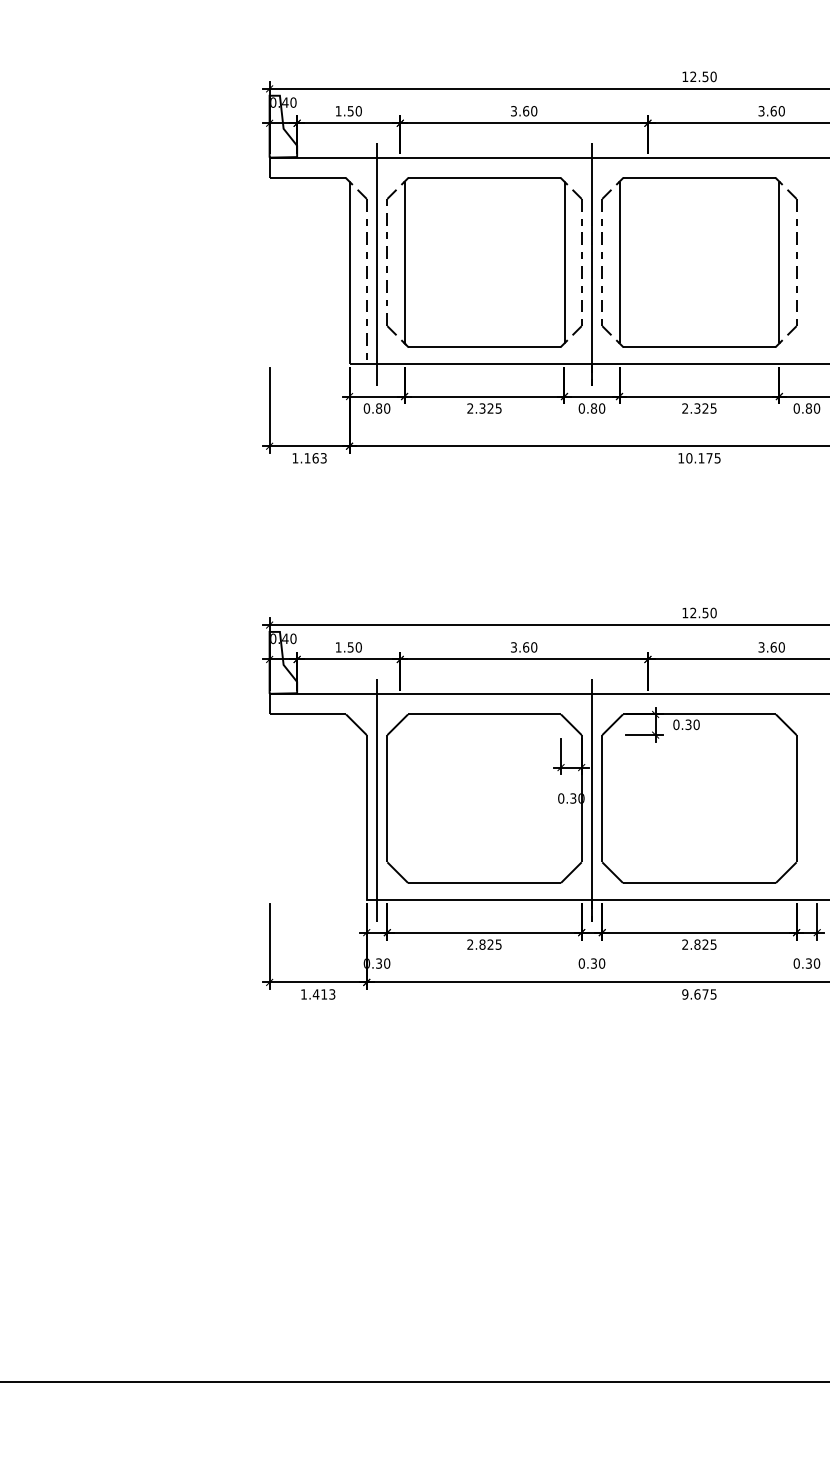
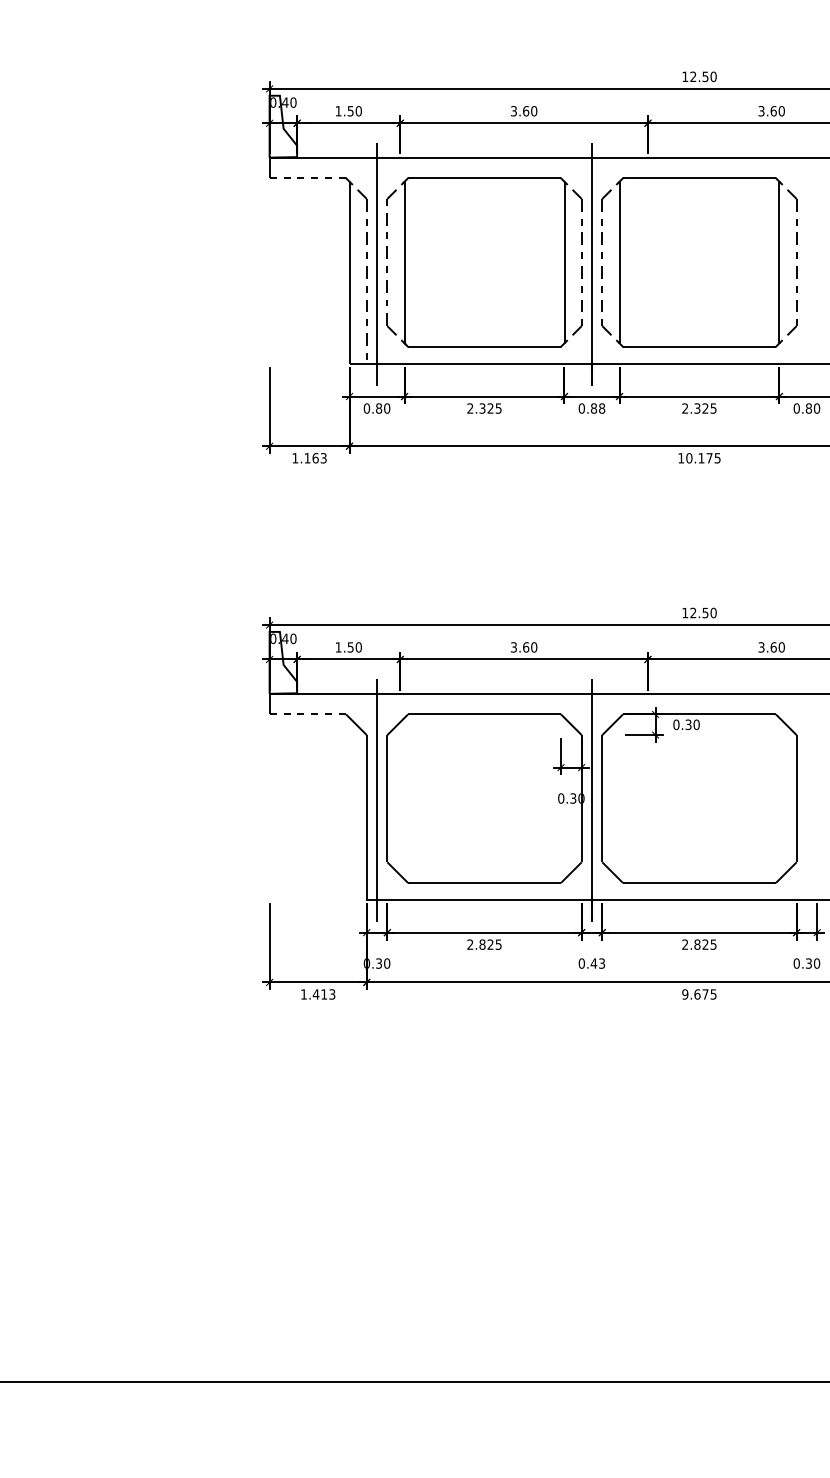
line at (308, 178): solid -> dashed
text at (602, 408): 0.80 -> 0.88
line at (308, 714): solid -> dashed
text at (597, 963): 0.30 -> 0.43
